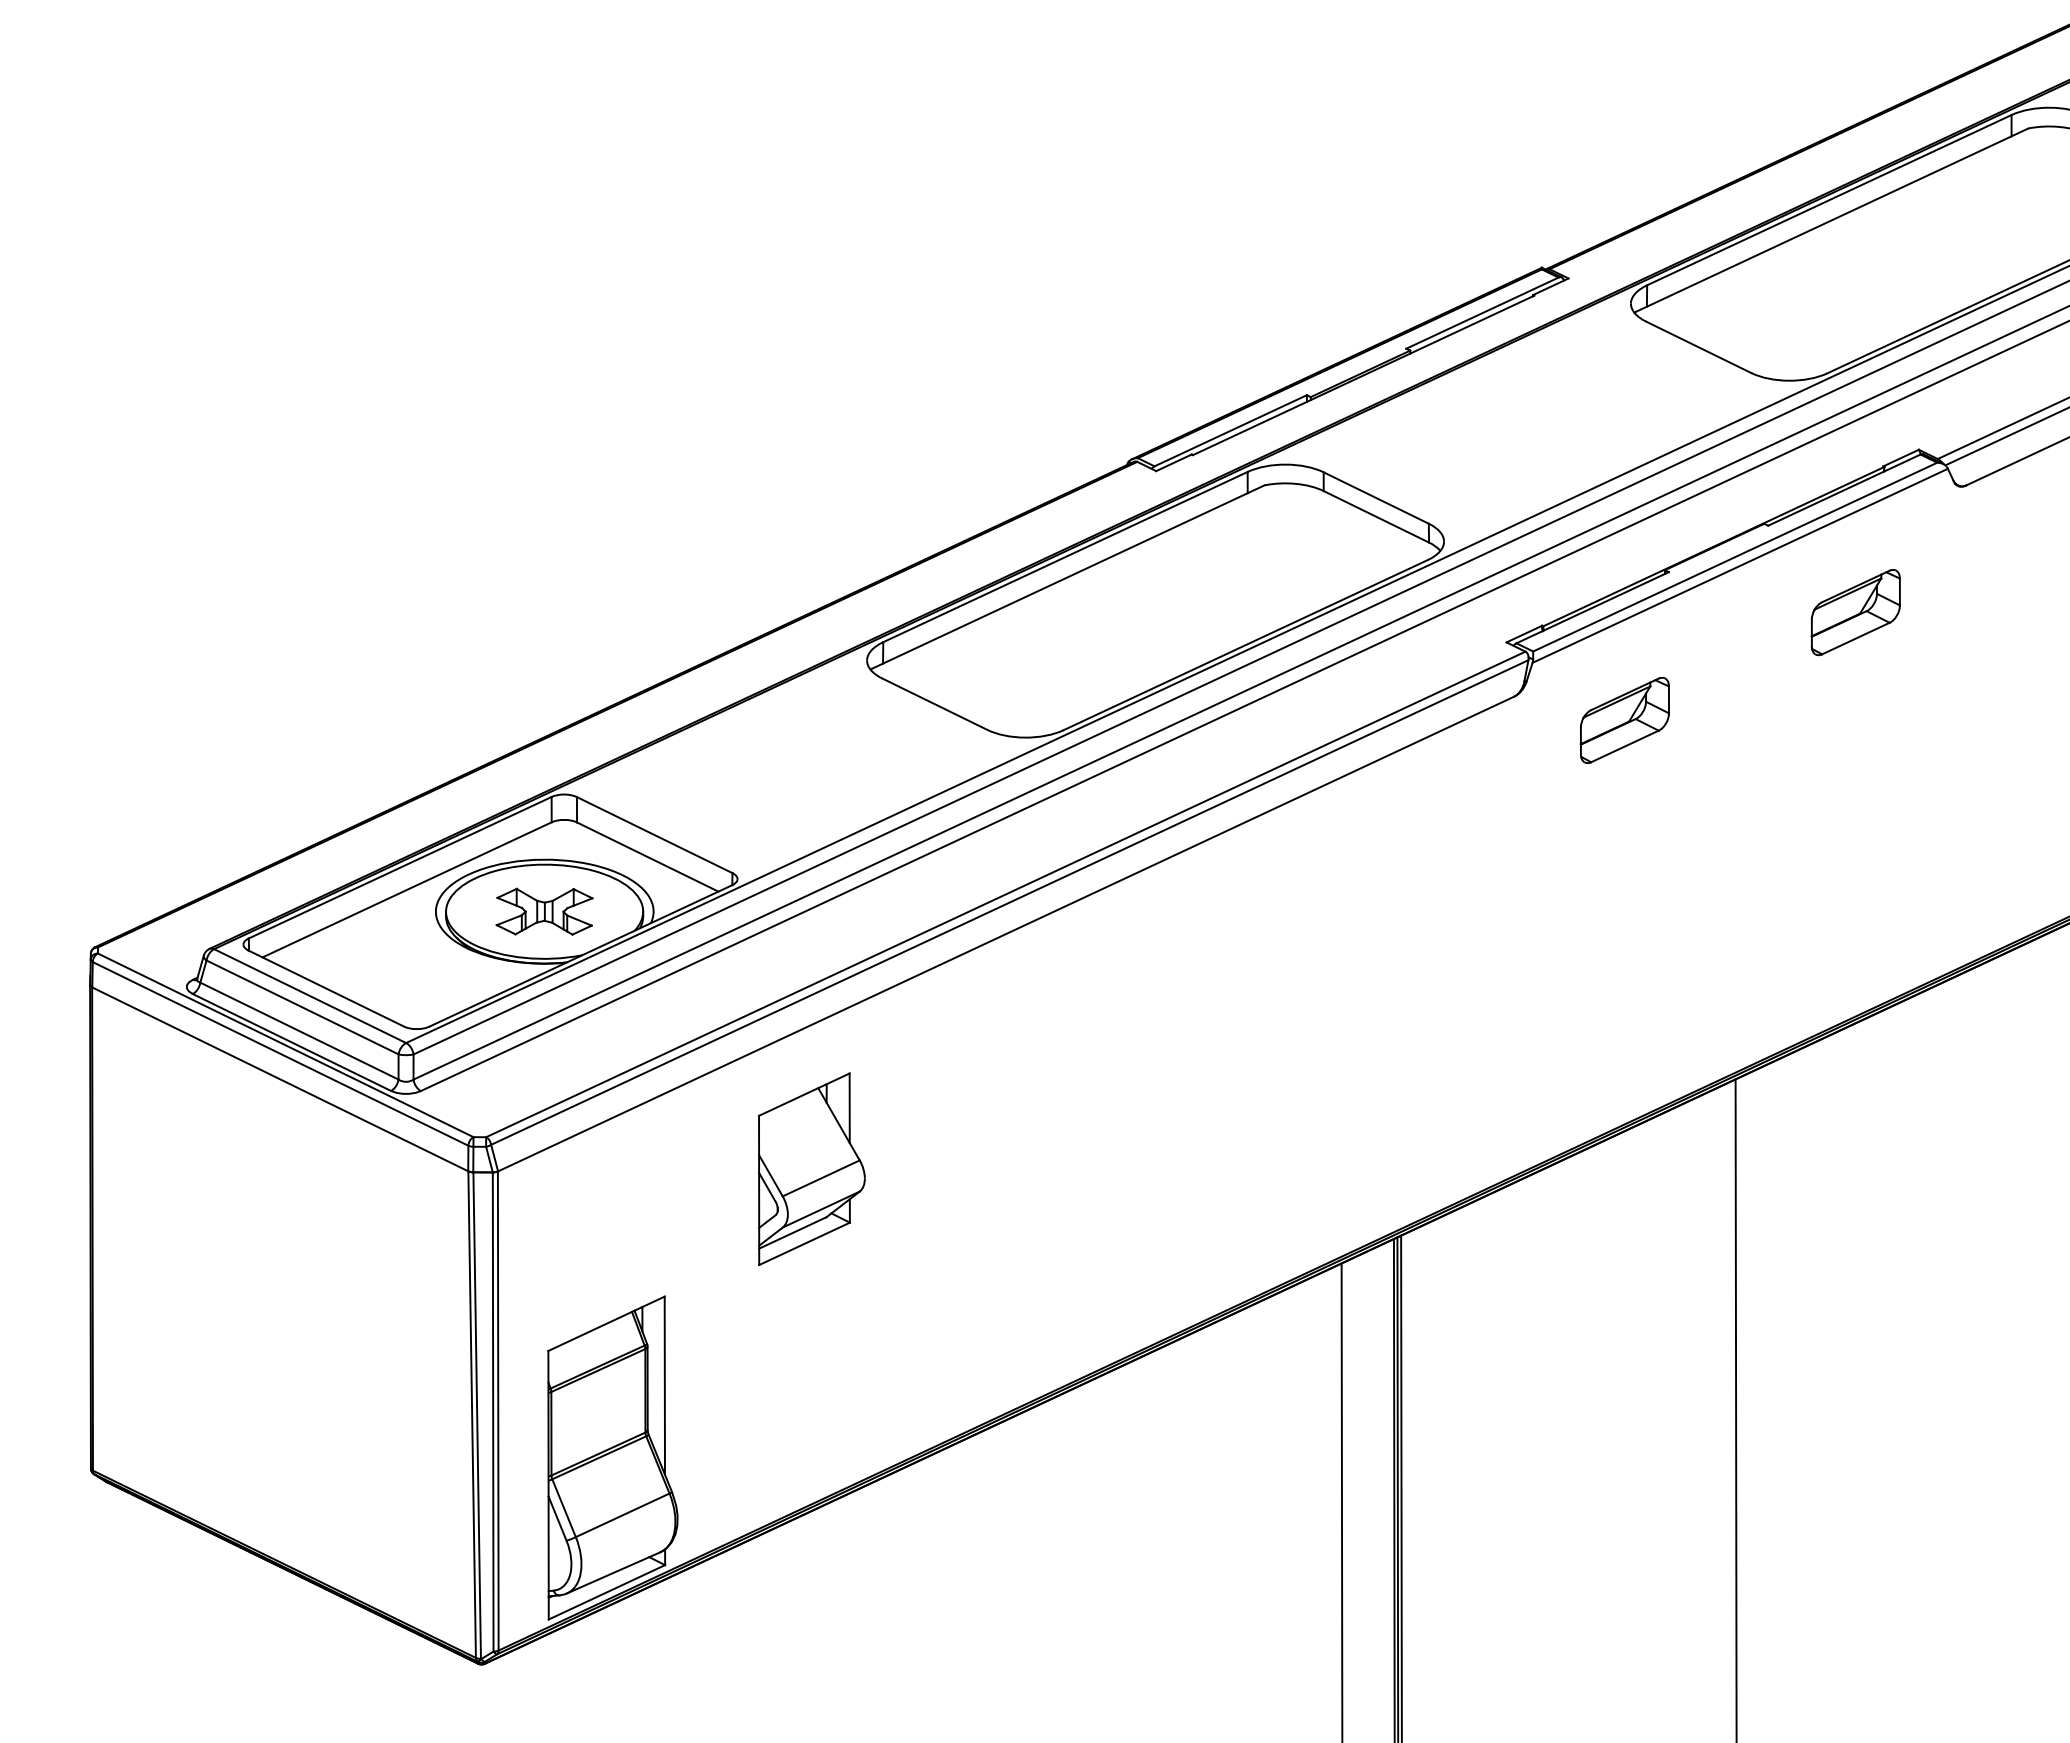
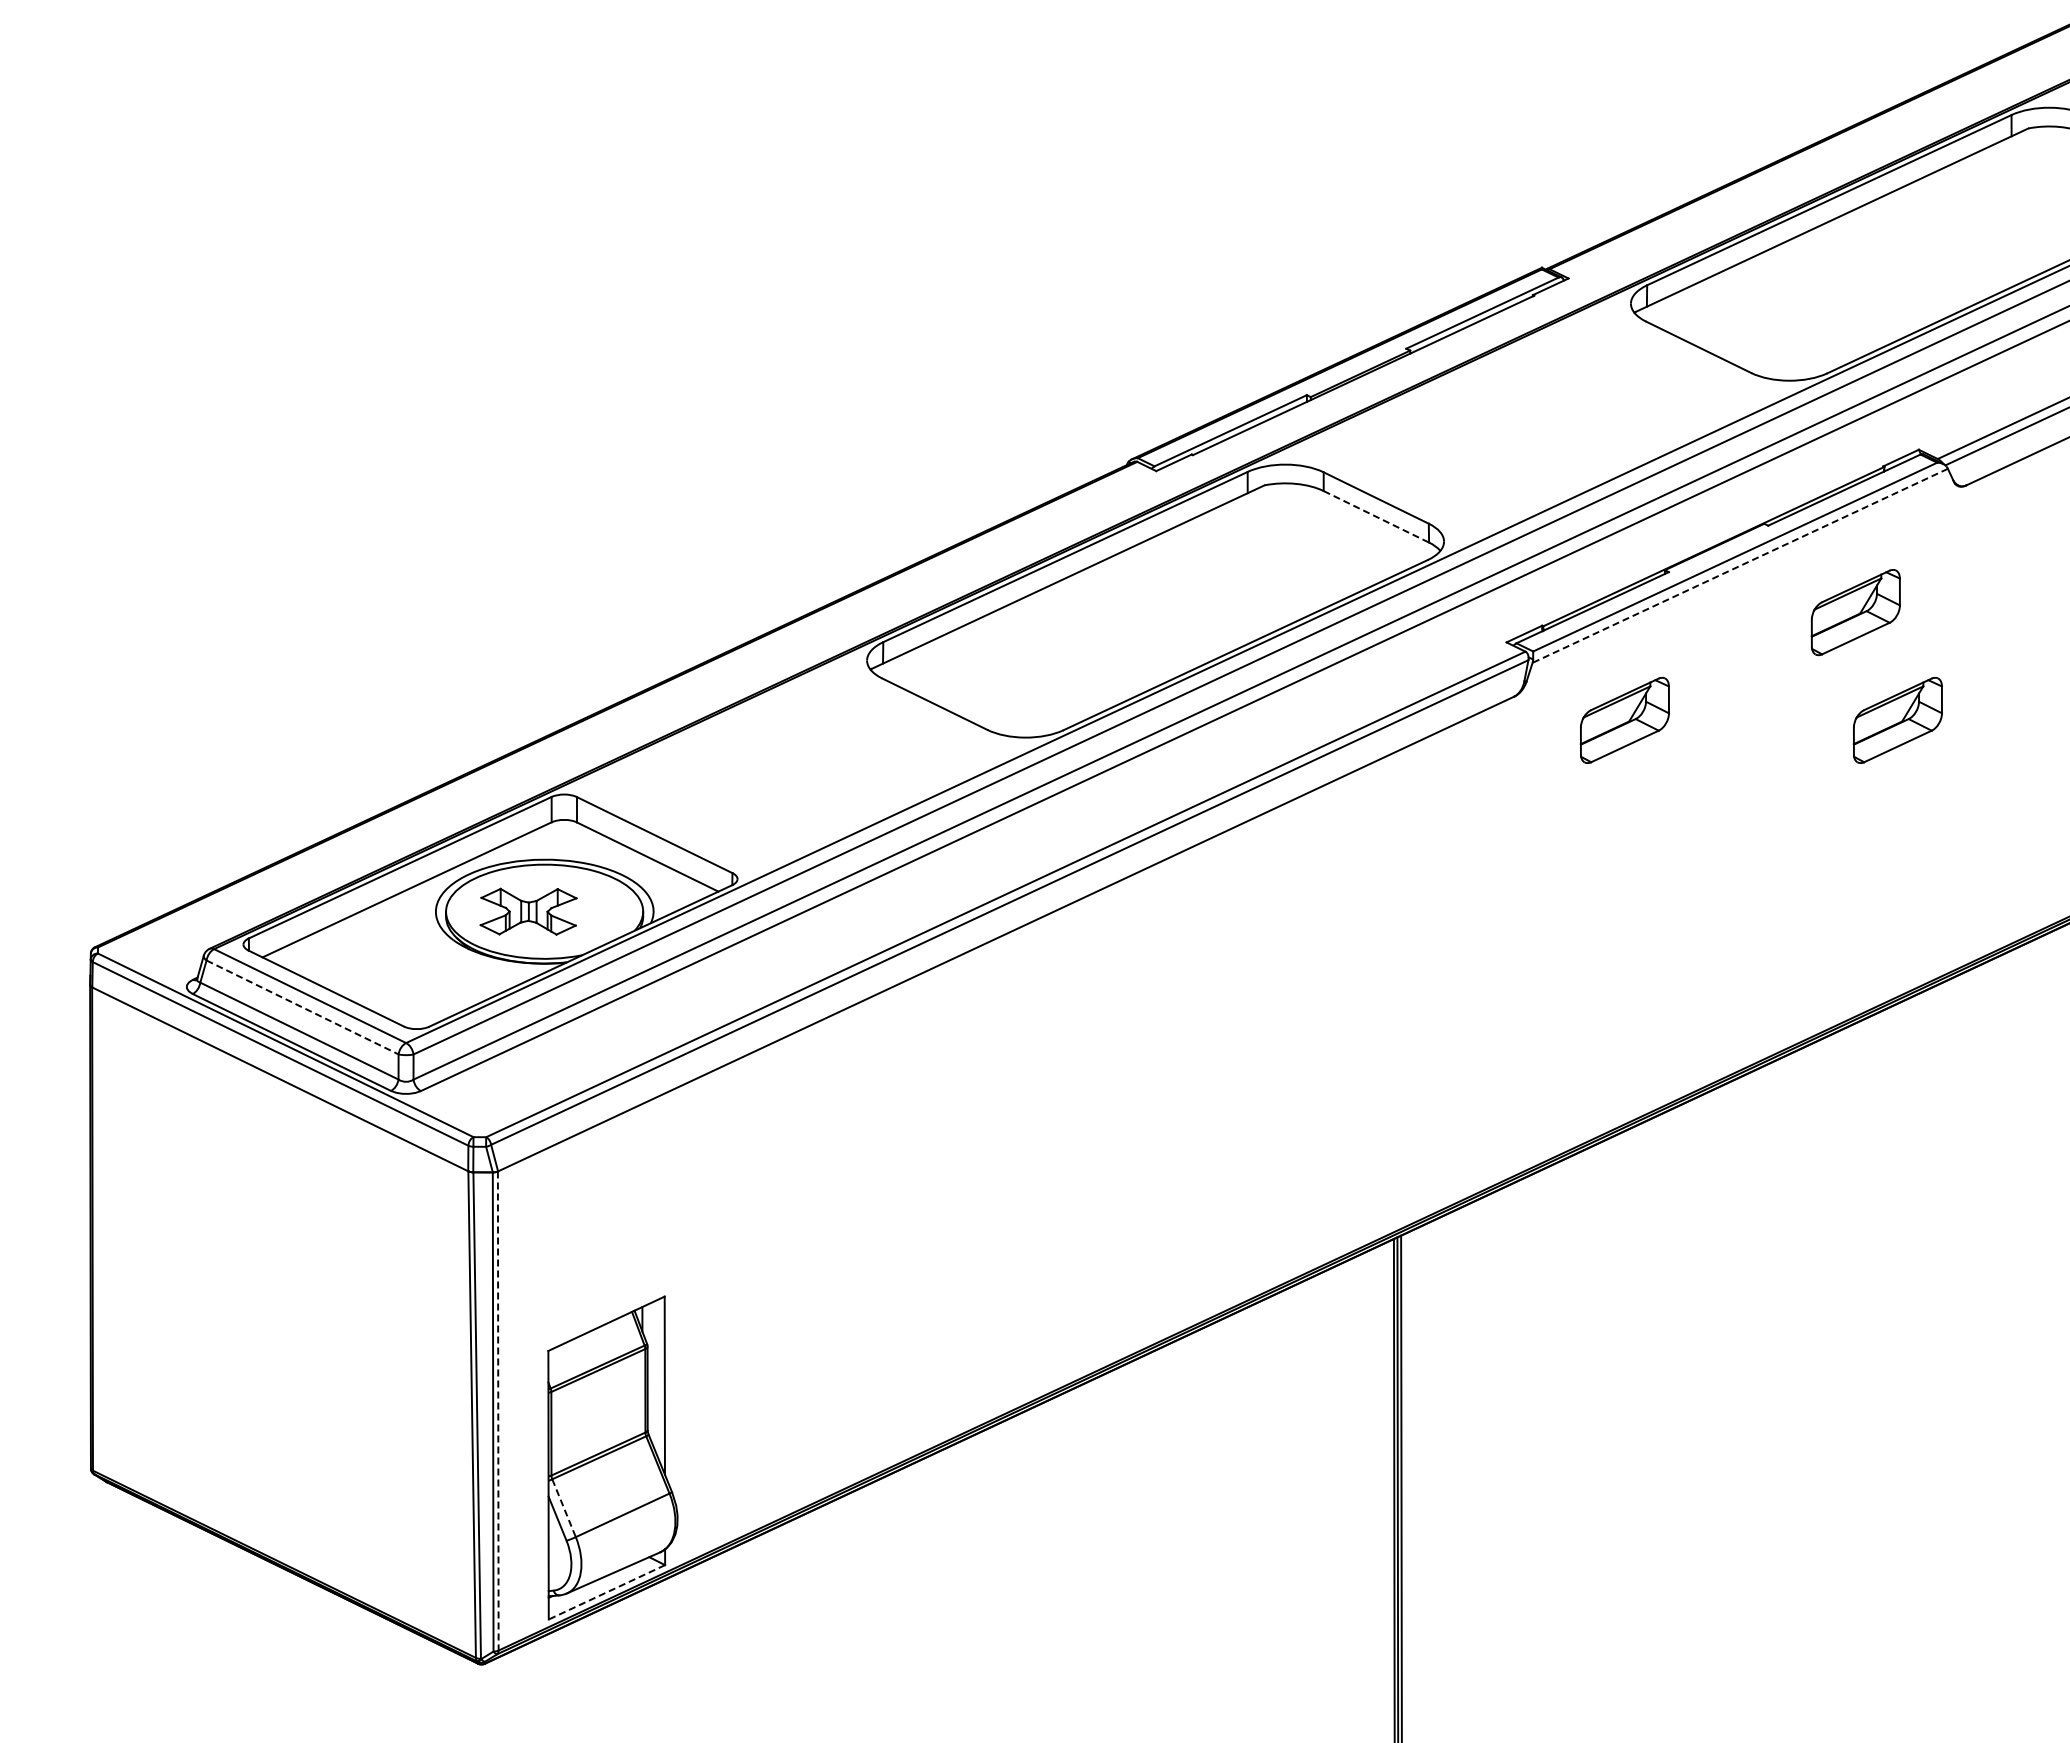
line at (1376, 516): solid -> dashed
line at (1739, 566): solid -> dashed
part at (1897, 720): none -> present
part at (544, 911) position: (544, 911) -> (528, 911)
line at (302, 1007): solid -> dashed
part at (811, 1168): present -> none
line at (1735, 1409): present -> none
line at (498, 1411): solid -> dashed
line at (1341, 1501): present -> none
line at (564, 1508): solid -> dashed
line at (606, 1592): solid -> dashed
